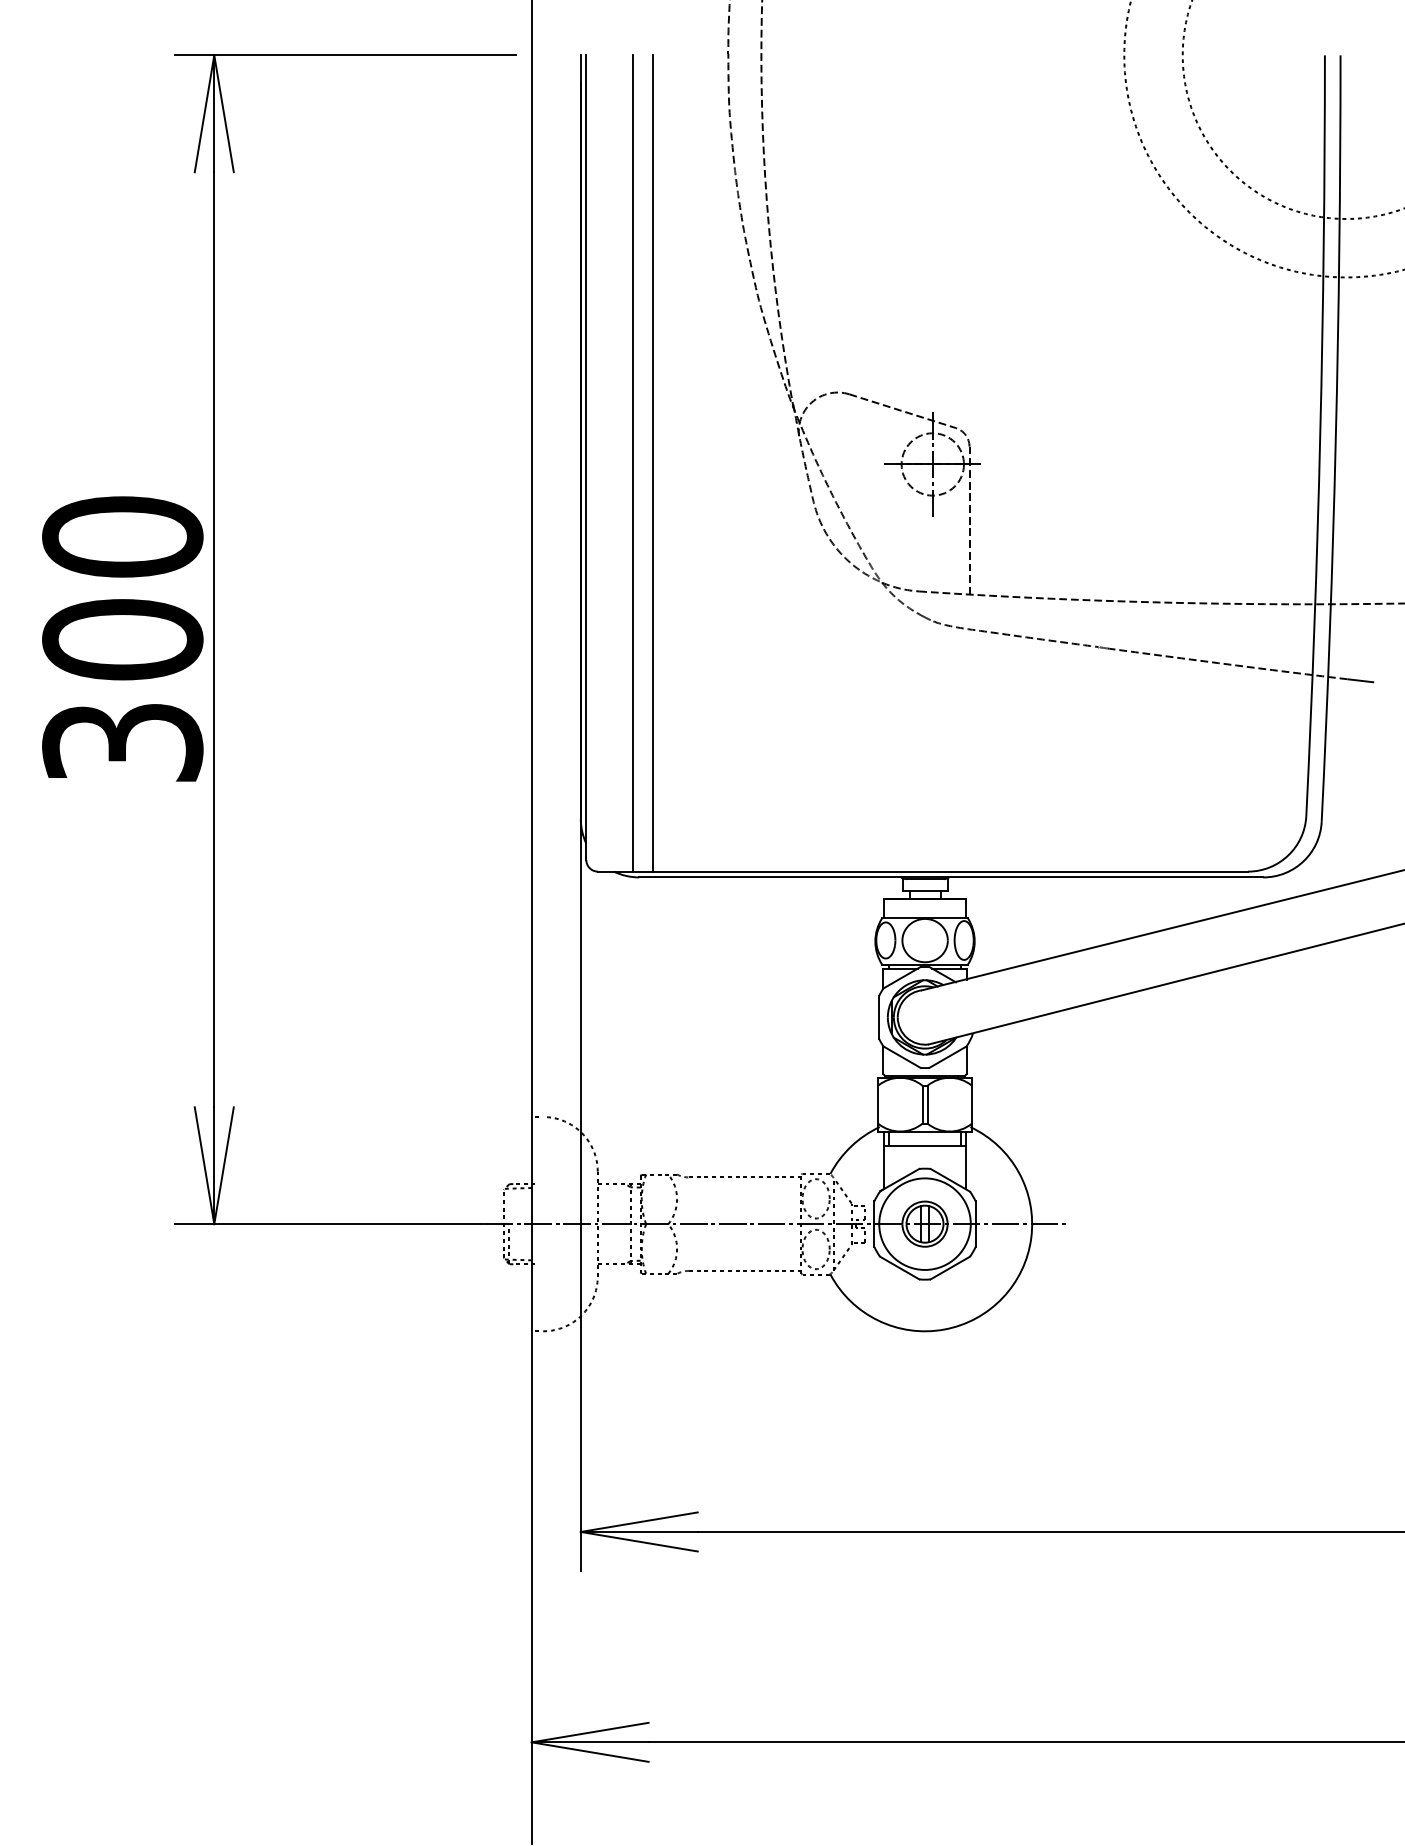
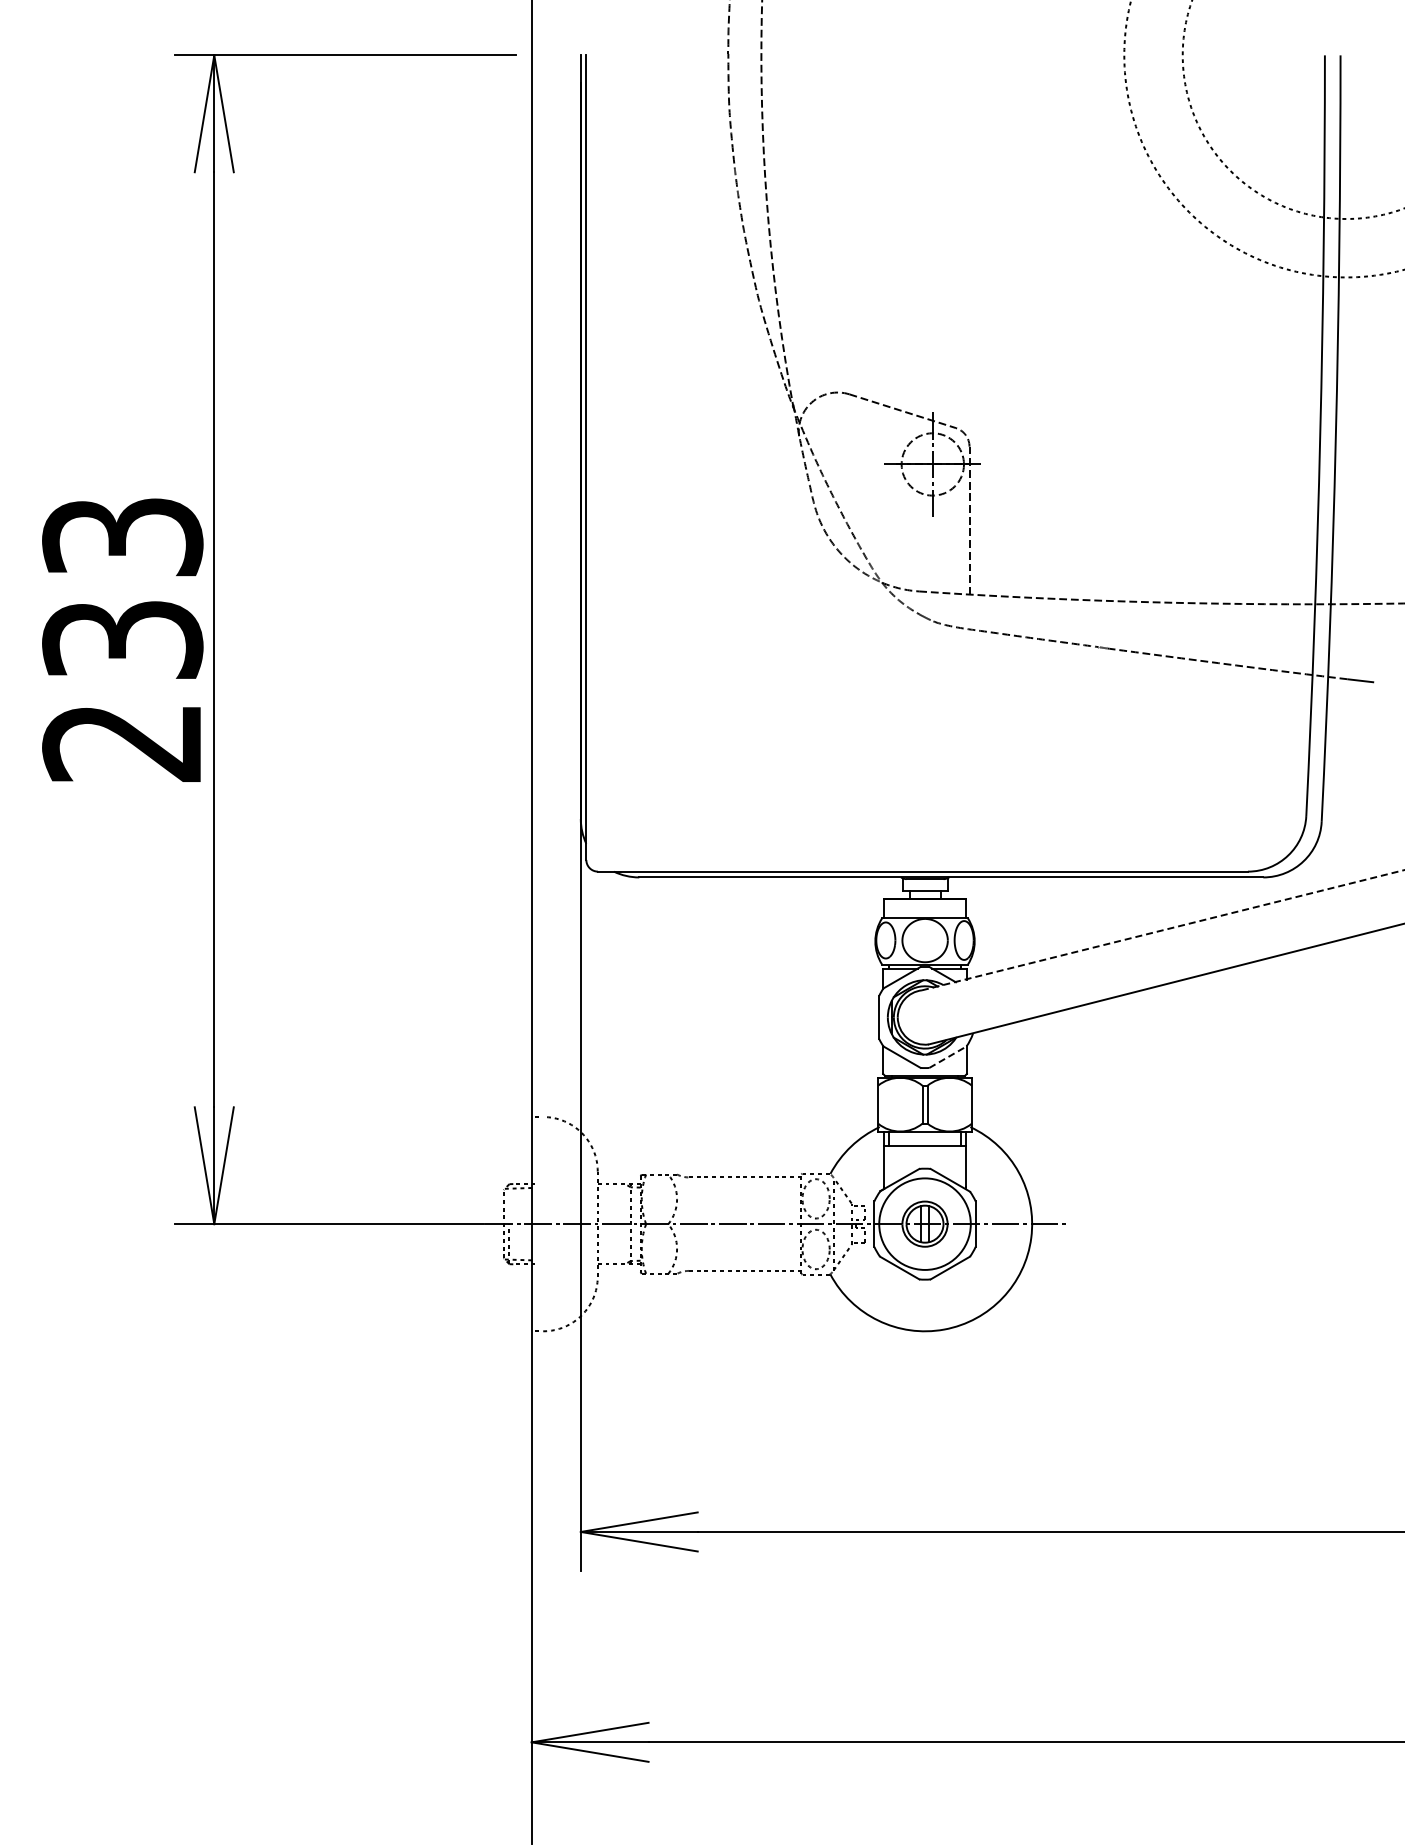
line at (633, 463): present -> none
line at (652, 463): present -> none
text at (122, 638): 300 -> 233
line at (1163, 930): solid -> dashed
line at (948, 1056): solid -> dashed
